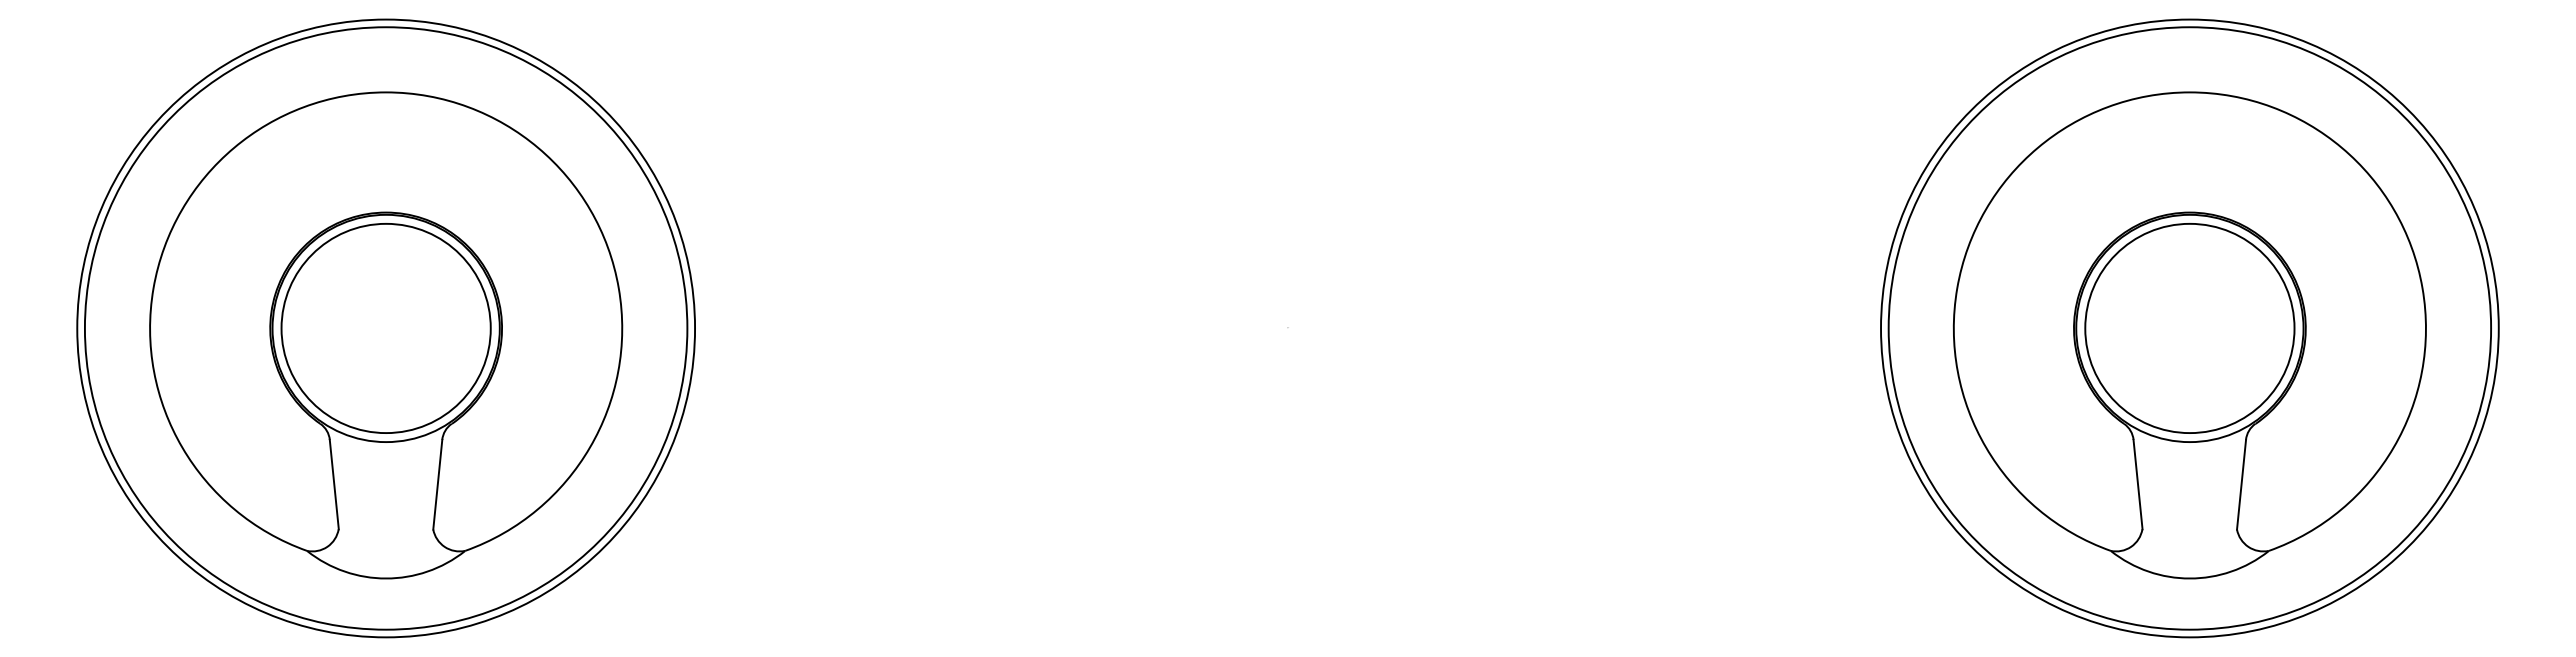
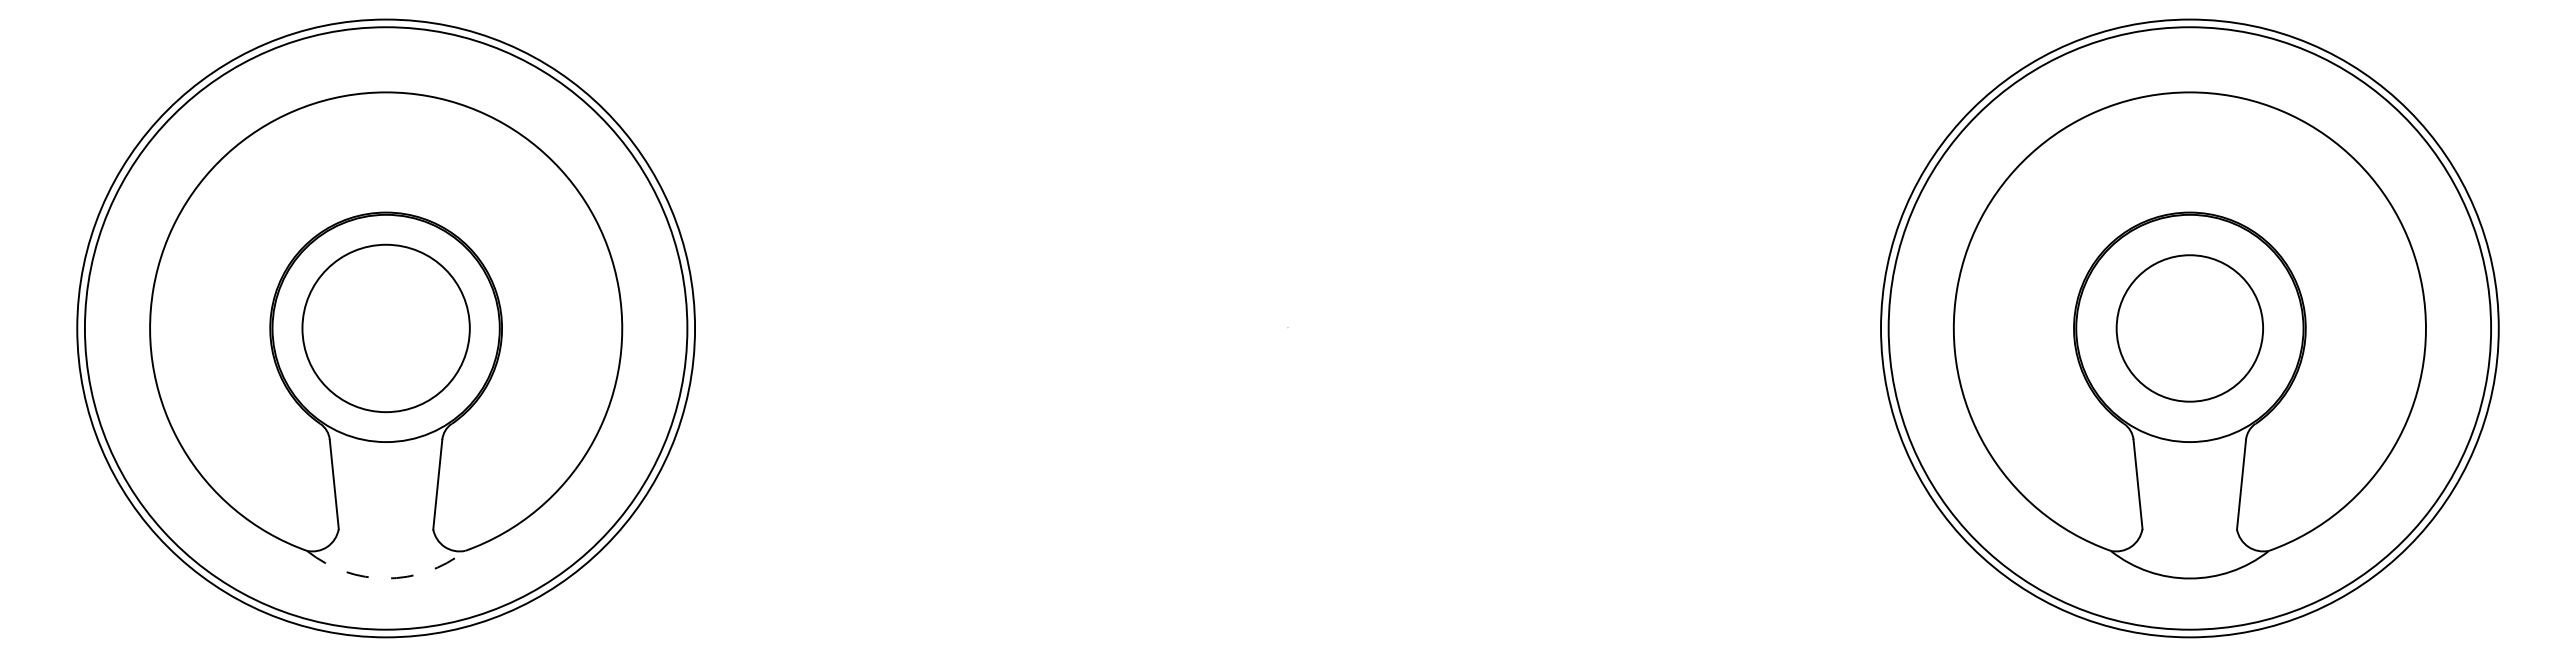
circle at (385, 328) diameter: 209 px -> 167 px
circle at (2189, 328) diameter: 209 px -> 146 px
arc at (386, 578): solid -> dashed
